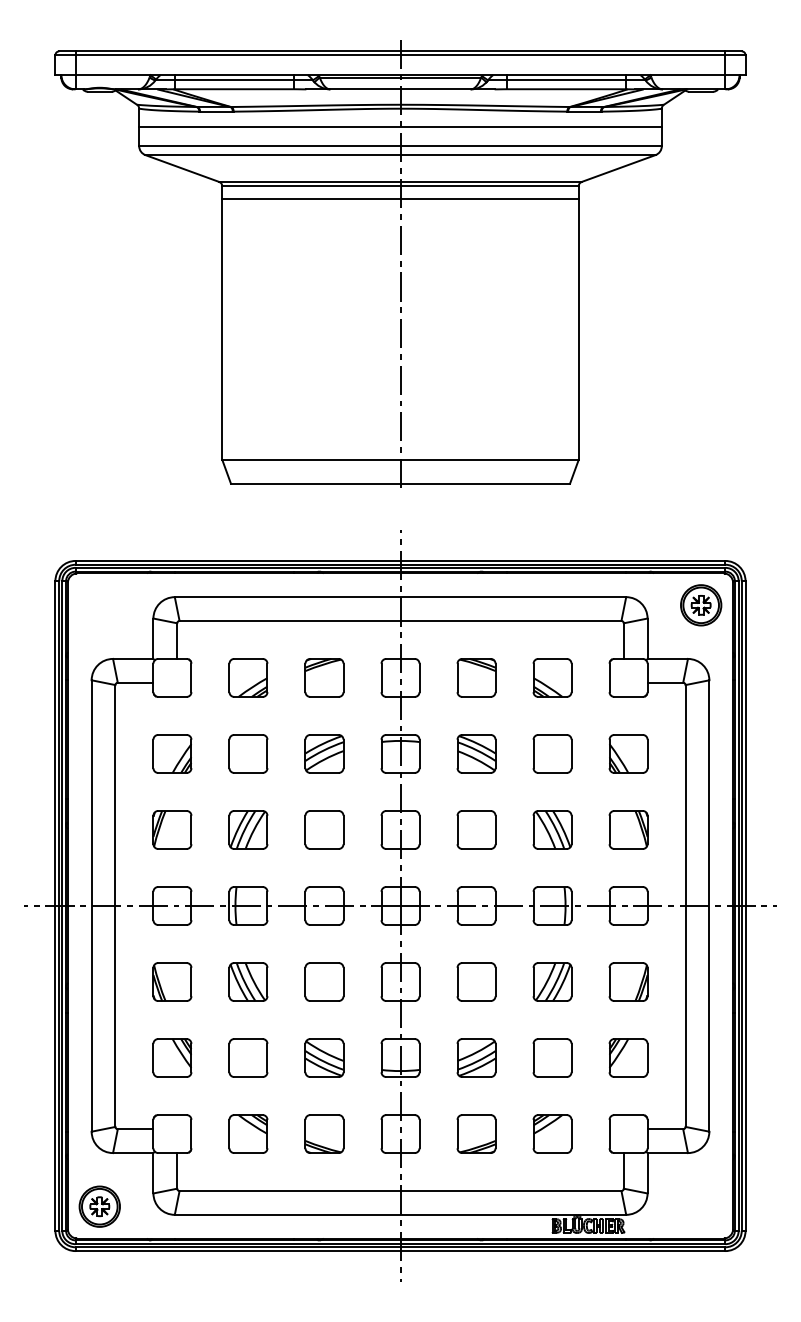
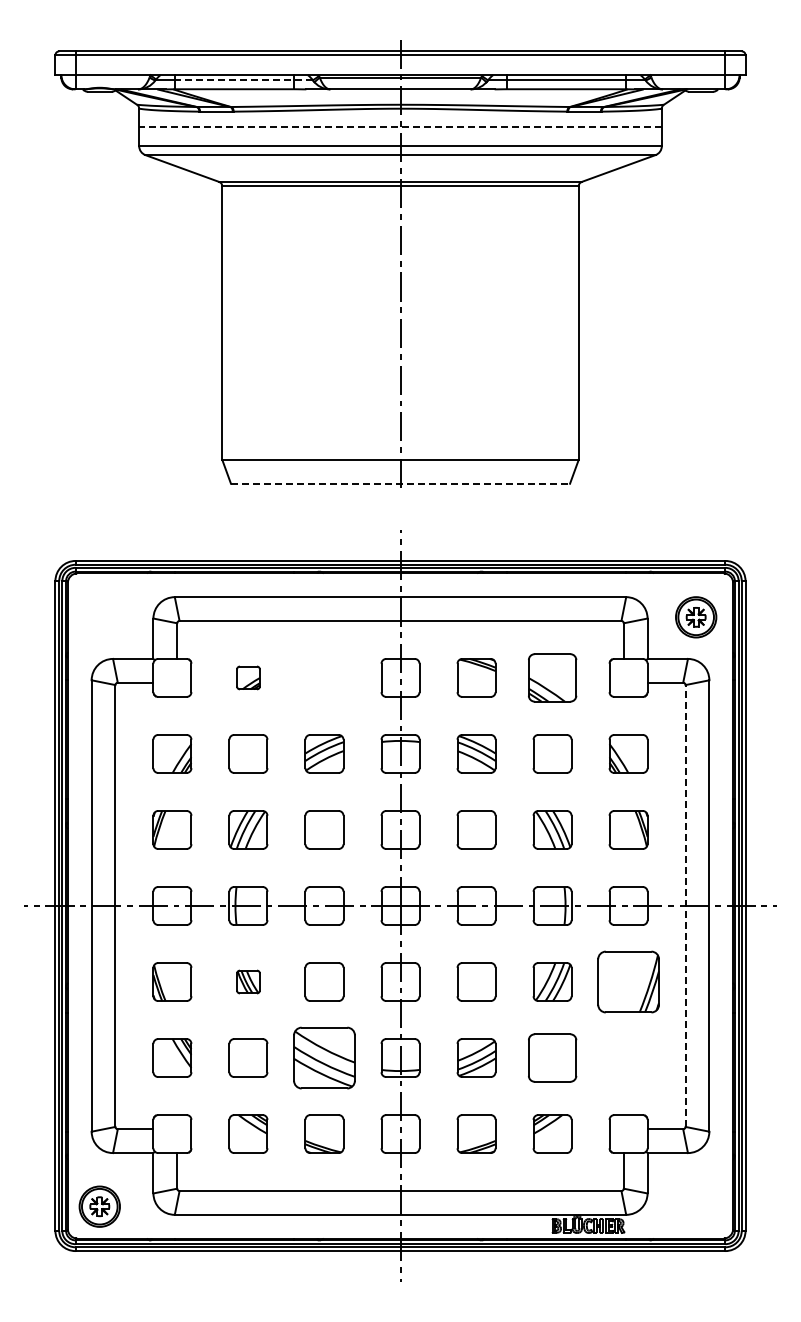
line at (243, 80): solid -> dashed
line at (400, 127): solid -> dashed
line at (400, 198): present -> none
line at (400, 483): solid -> dashed
part at (701, 605) position: (701, 605) -> (696, 617)
part at (248, 677) size: 41x40 px -> 25x26 px
part at (324, 677): present -> none
part at (552, 677) size: 41x40 px -> 50x50 px
line at (685, 906): solid -> dashed
part at (248, 981) size: 41x40 px -> 25x26 px
part at (628, 981) size: 41x40 px -> 63x64 px
part at (324, 1057) size: 41x40 px -> 63x64 px
part at (552, 1057) size: 41x40 px -> 50x50 px
part at (628, 1057): present -> none
